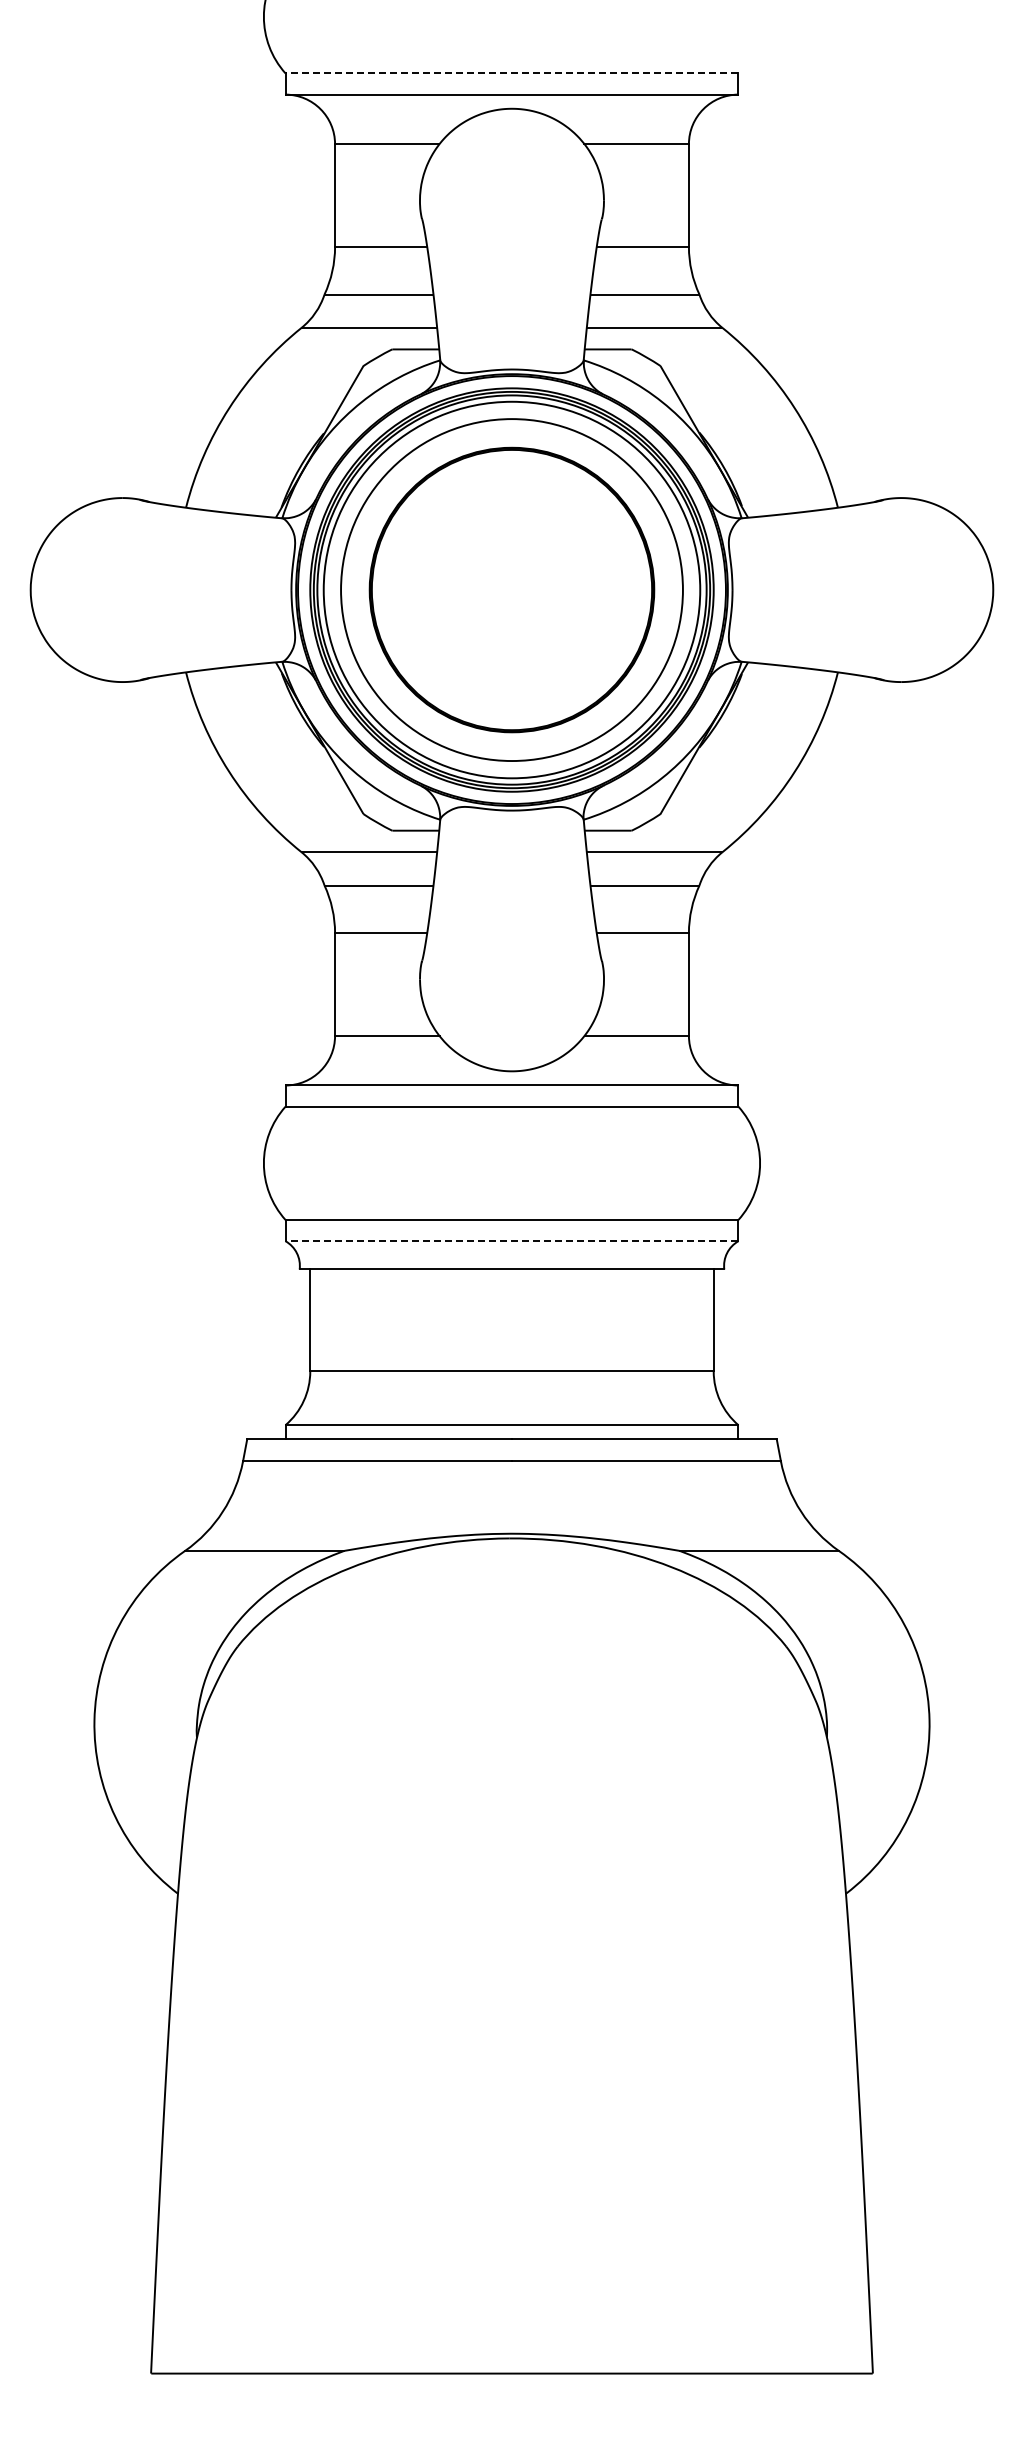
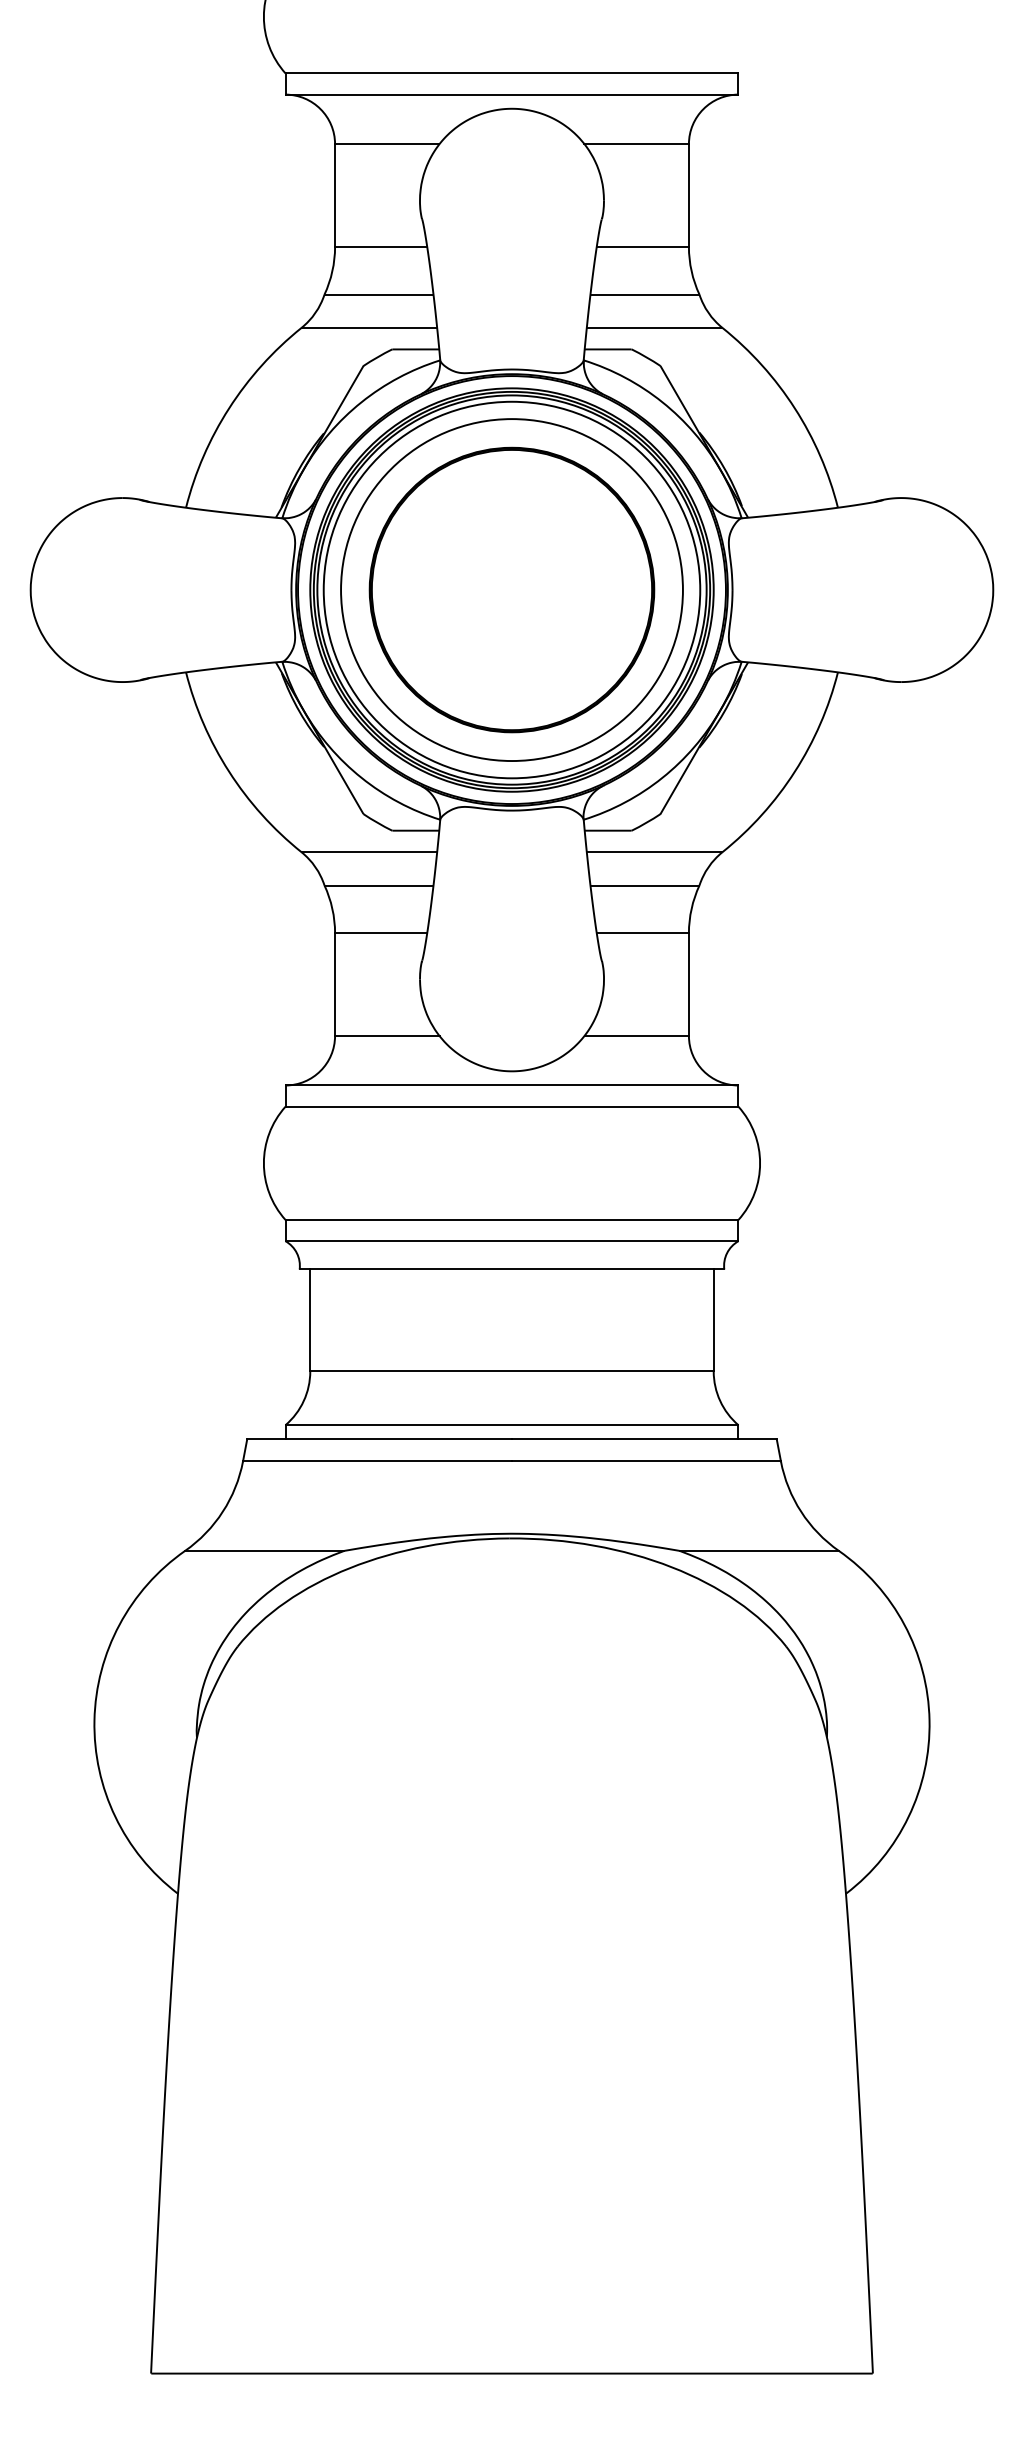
line at (511, 73): dashed -> solid
line at (511, 1241): dashed -> solid
